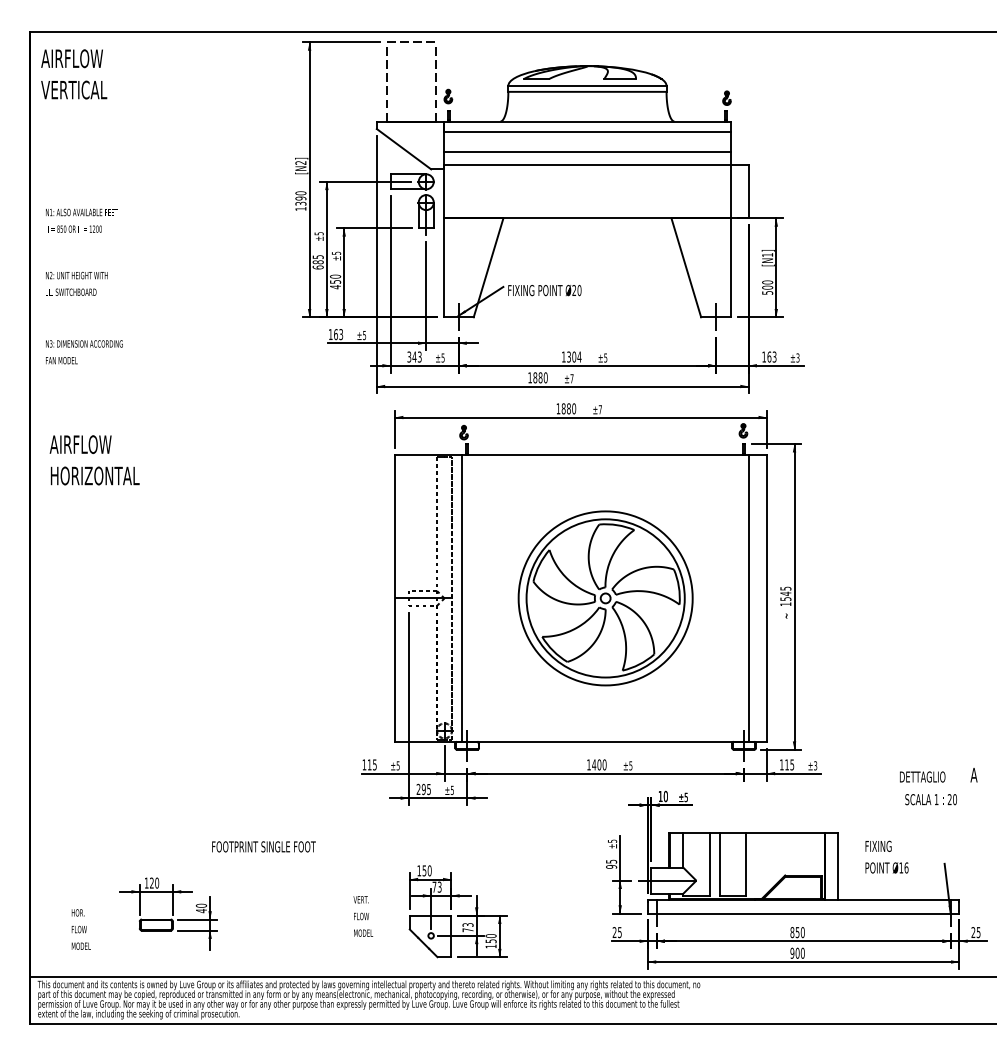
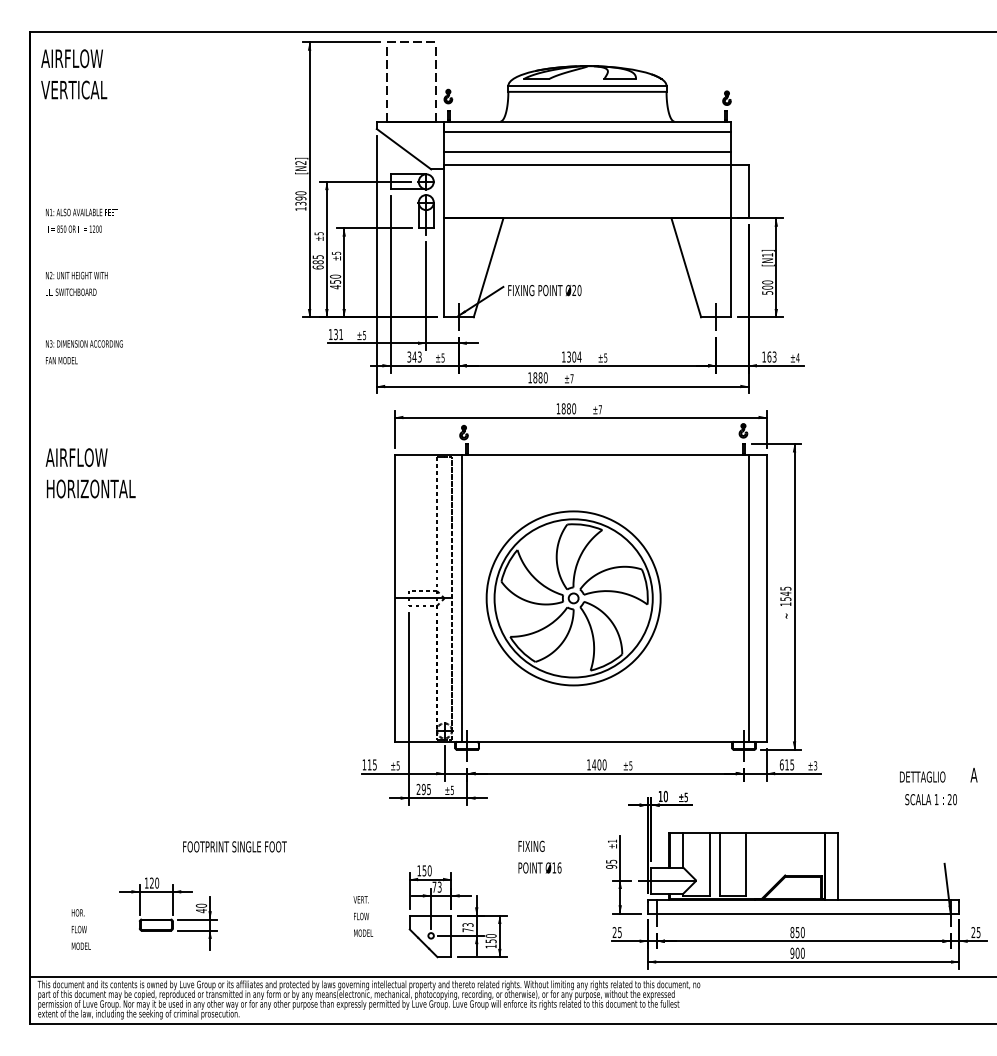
text at (338, 334): 163 -> 131
text at (797, 357): ±3 -> ±4
text at (94, 460) position: (94, 460) -> (90, 473)
part at (605, 598) position: (605, 598) -> (573, 598)
text at (781, 764): 115 -> 615
text at (612, 840): ±5 -> ±1
text at (263, 846) position: (263, 846) -> (234, 846)
text at (886, 856) position: (886, 856) -> (539, 856)
